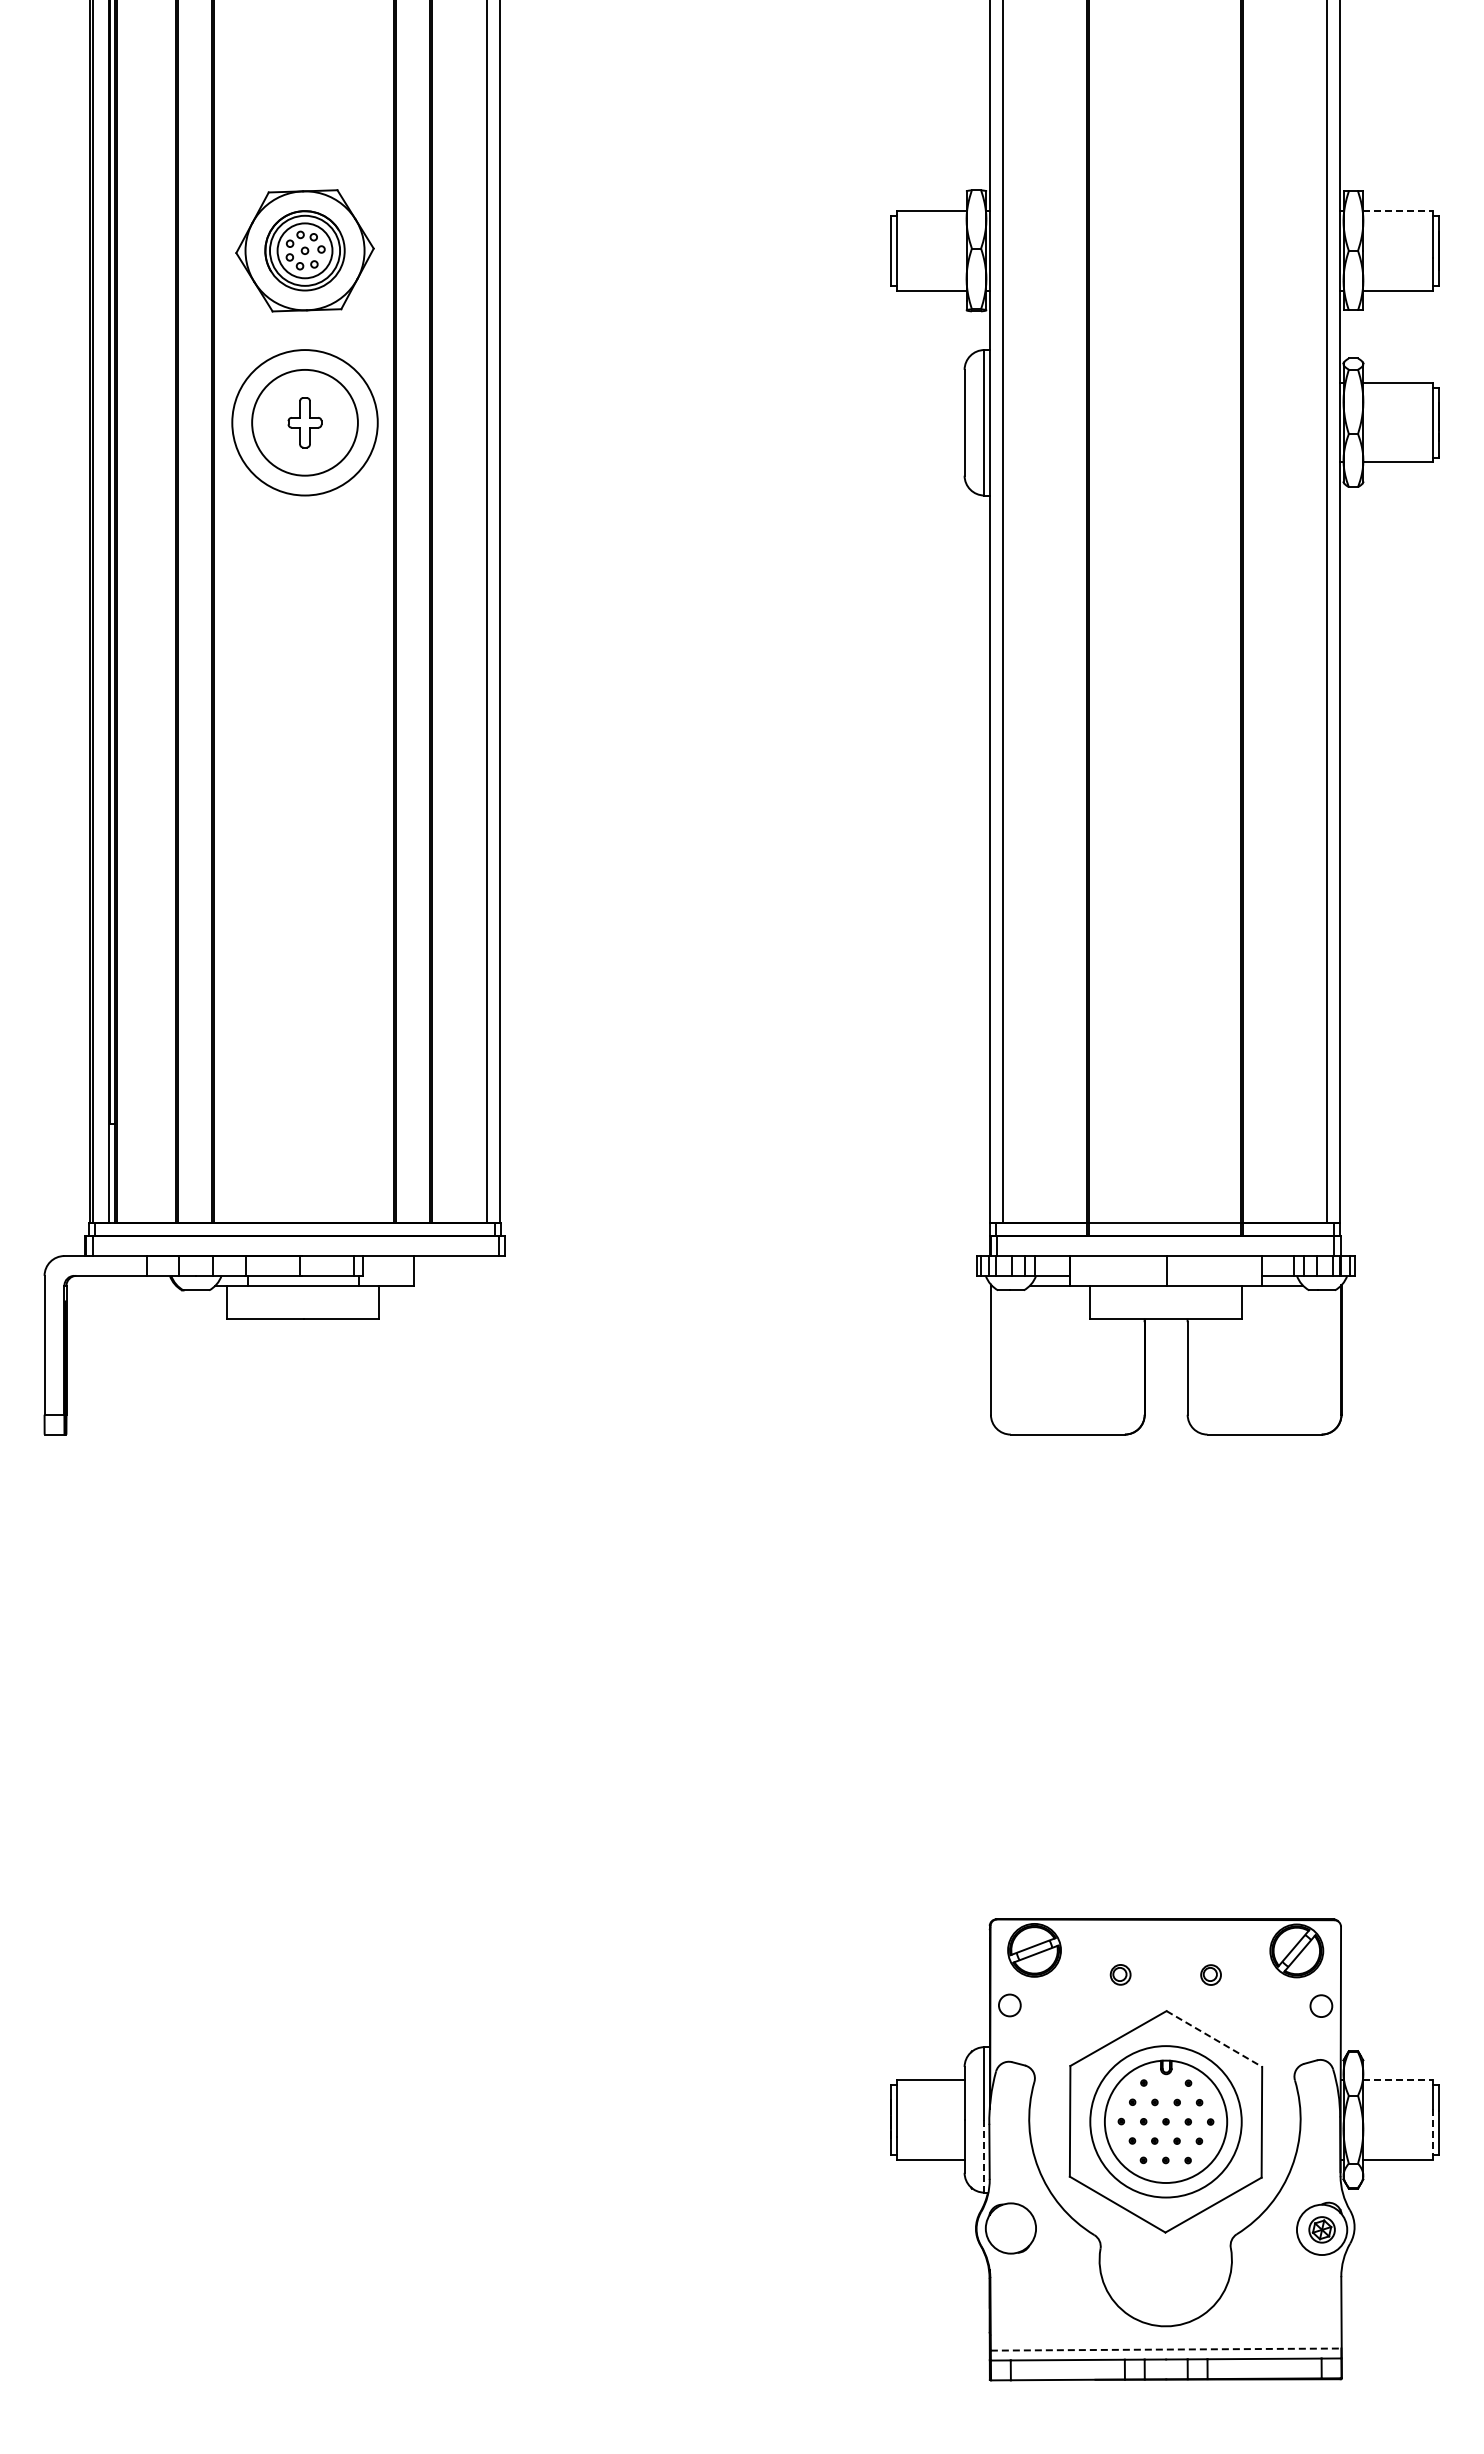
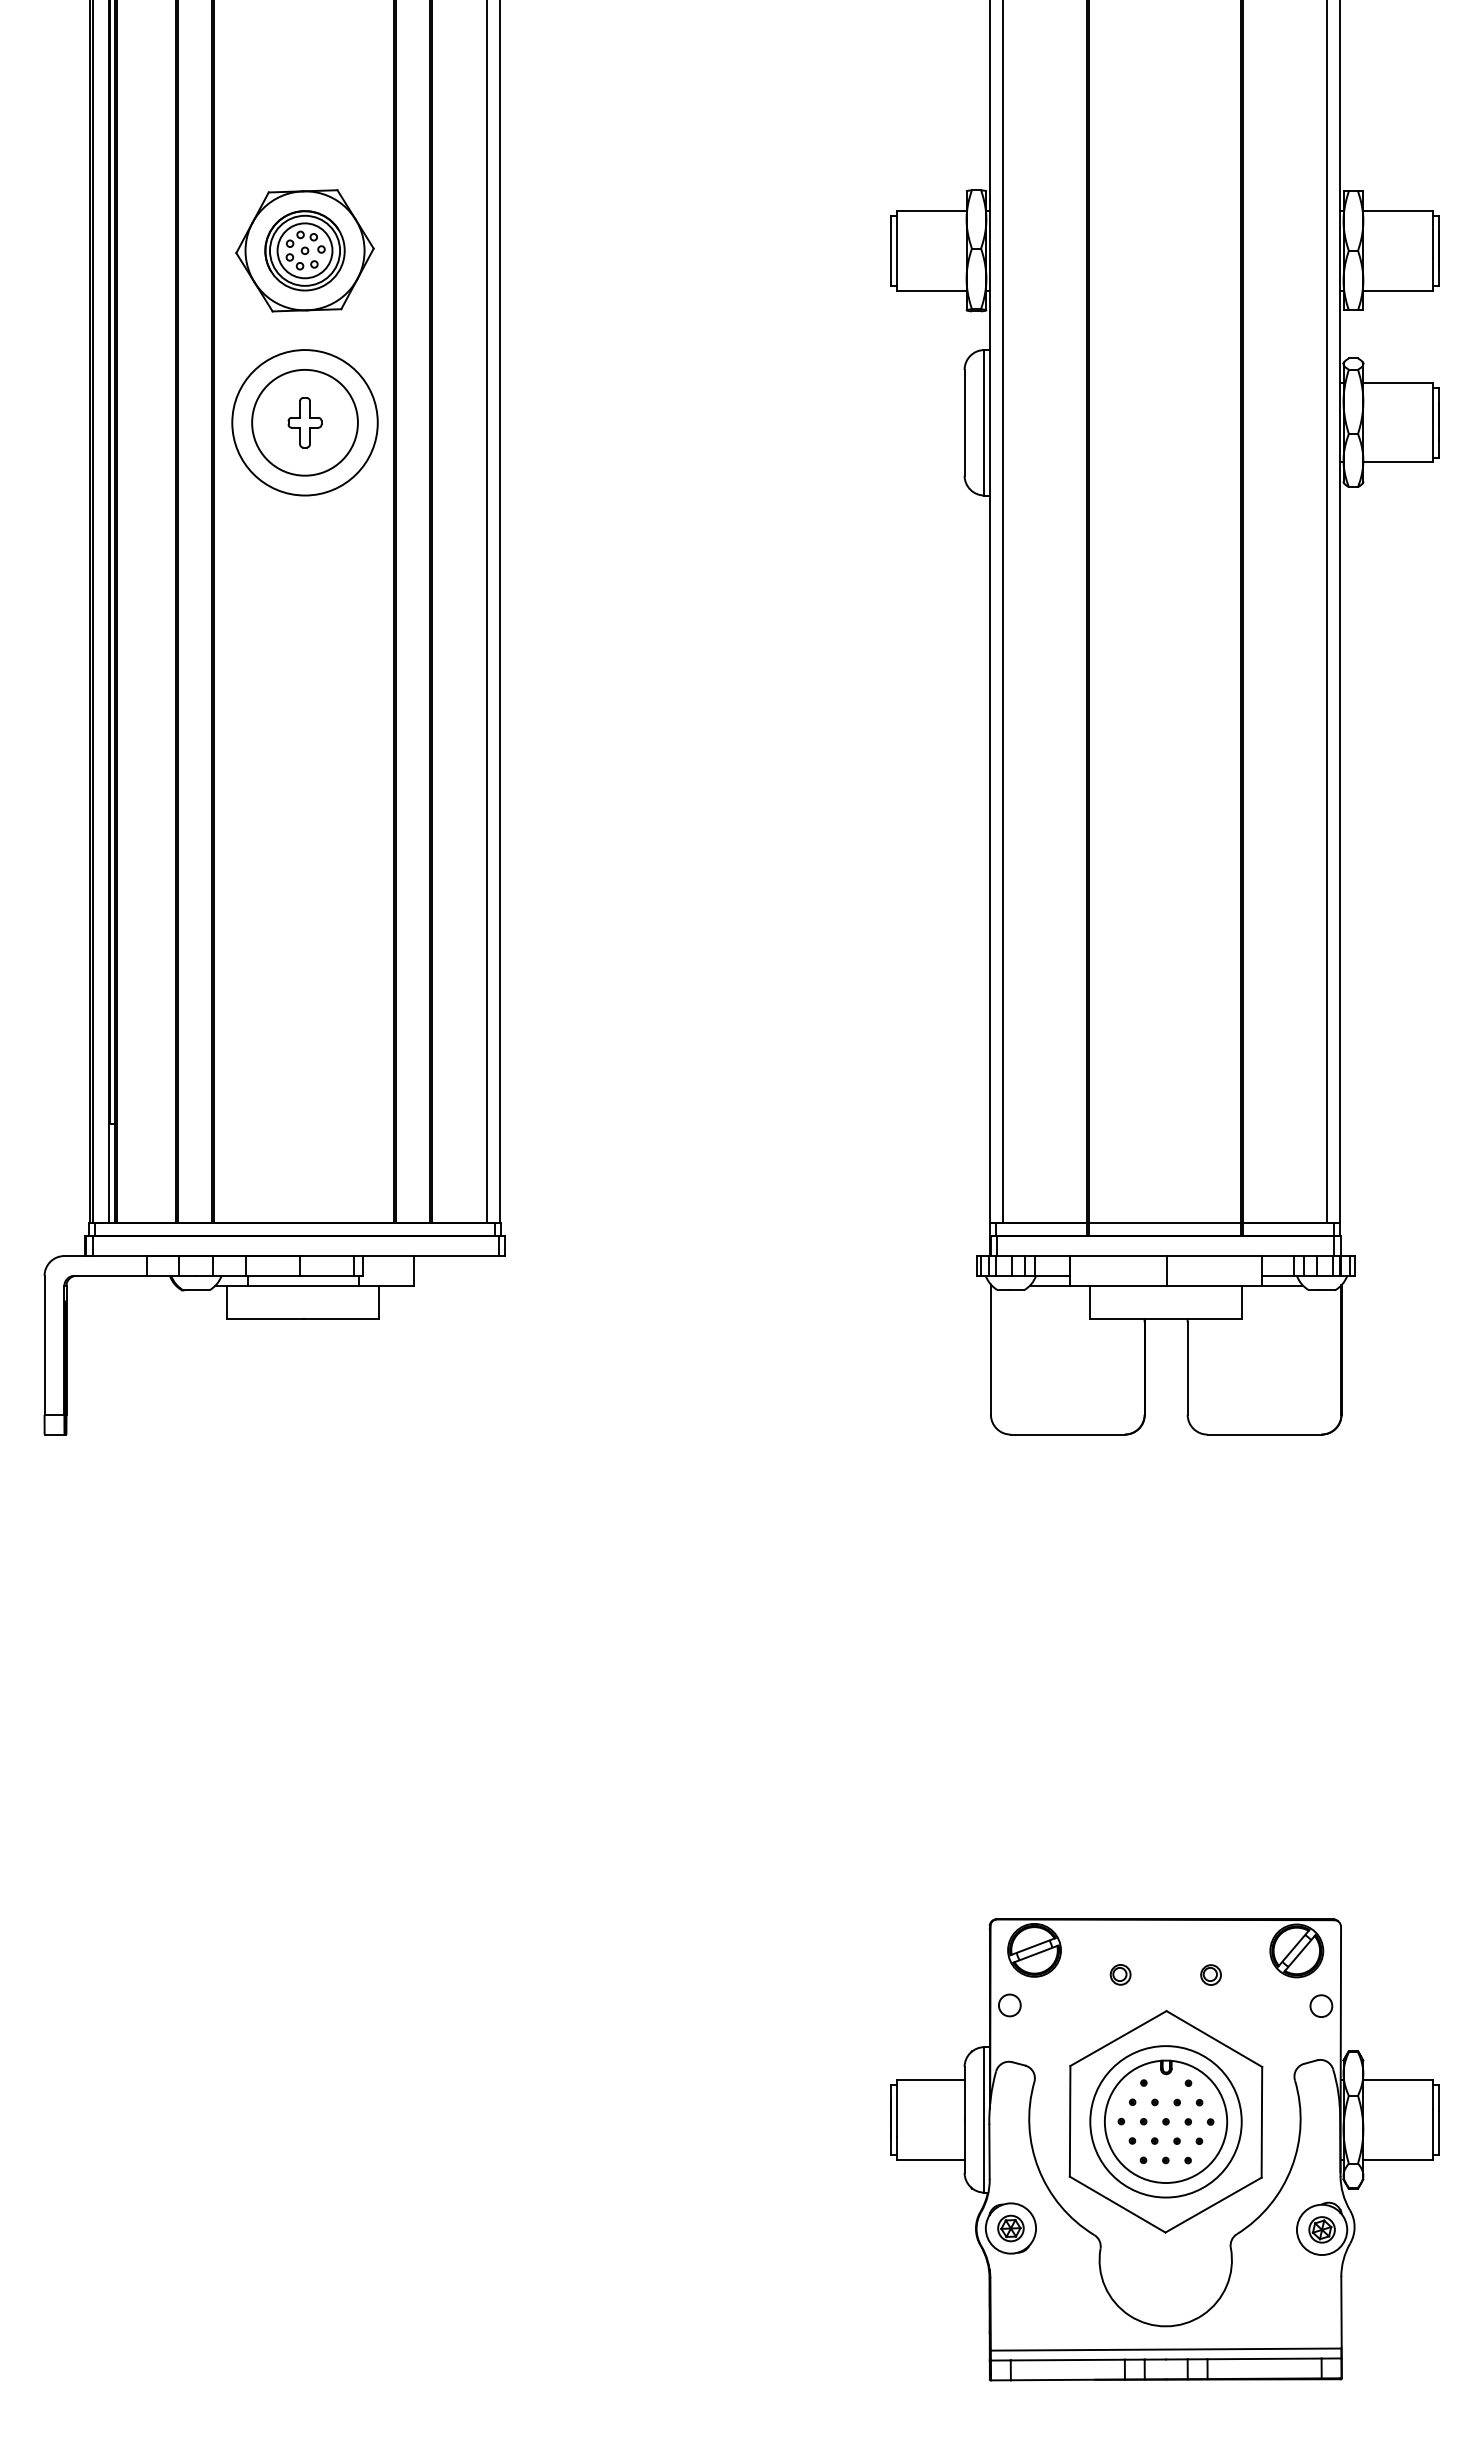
line at (1398, 211): dashed -> solid
line at (1214, 2039): dashed -> solid
line at (1398, 2080): dashed -> solid
line at (1432, 2135): dashed -> solid
line at (984, 2155): dashed -> solid
part at (1010, 2228): none -> present
line at (1166, 2349): dashed -> solid
